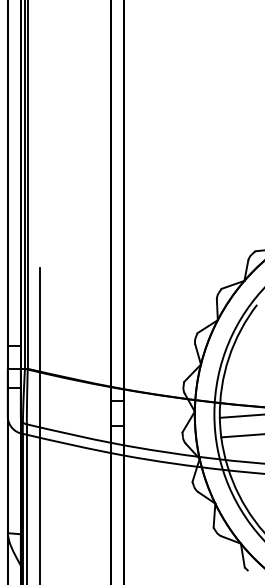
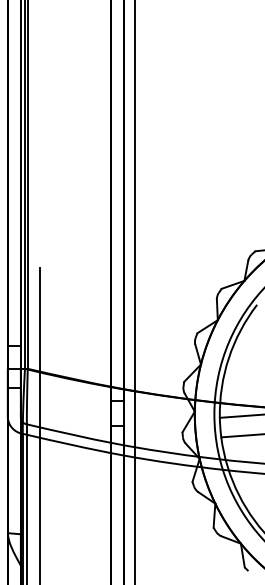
line at (135, 291): none -> present
